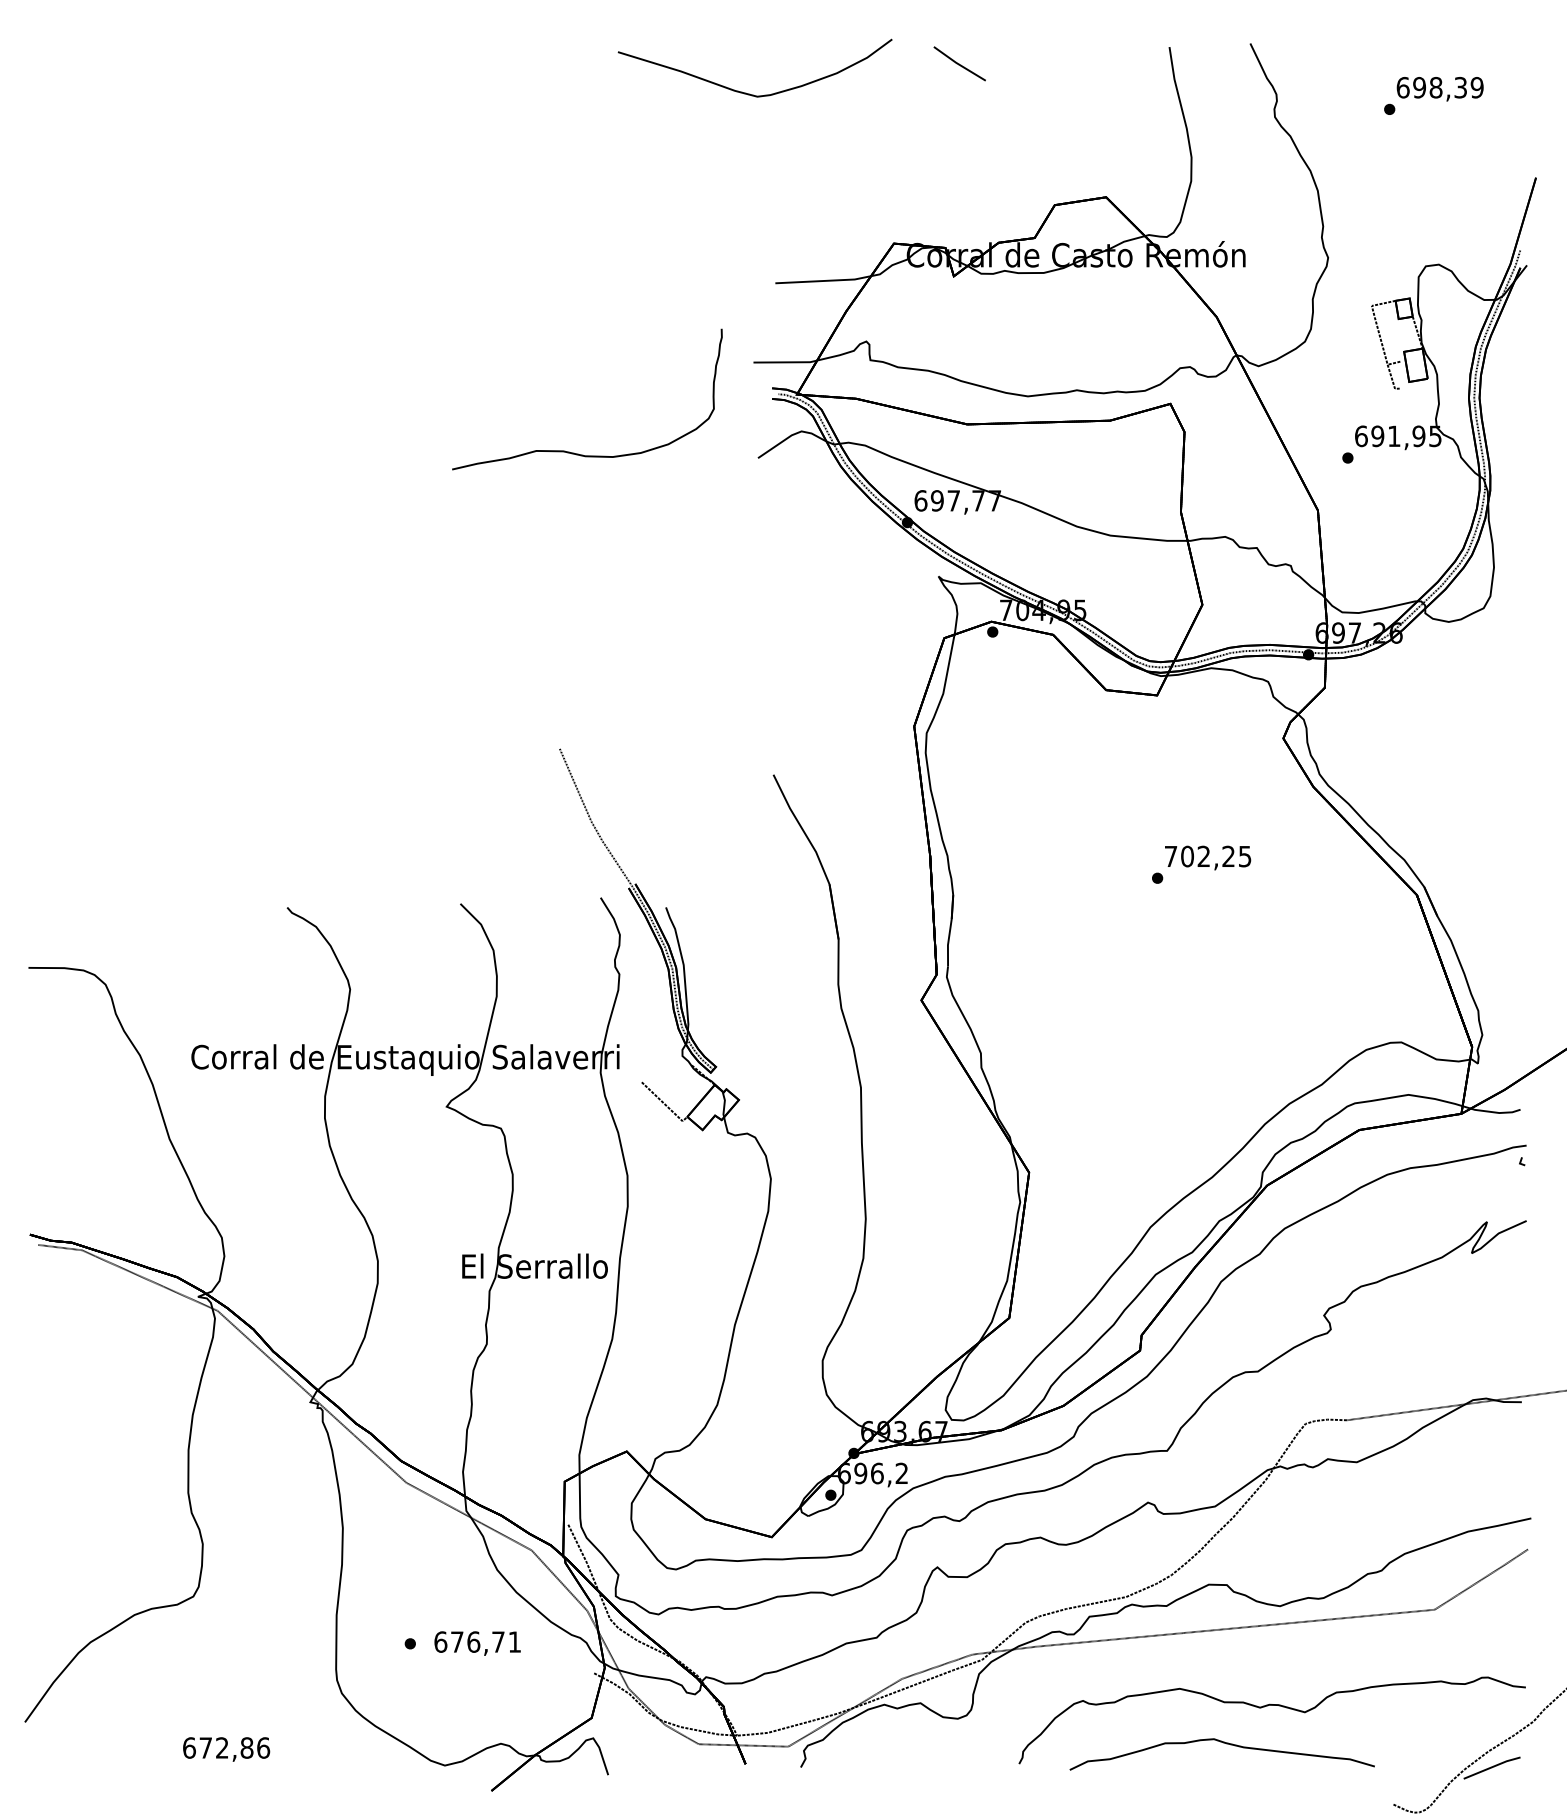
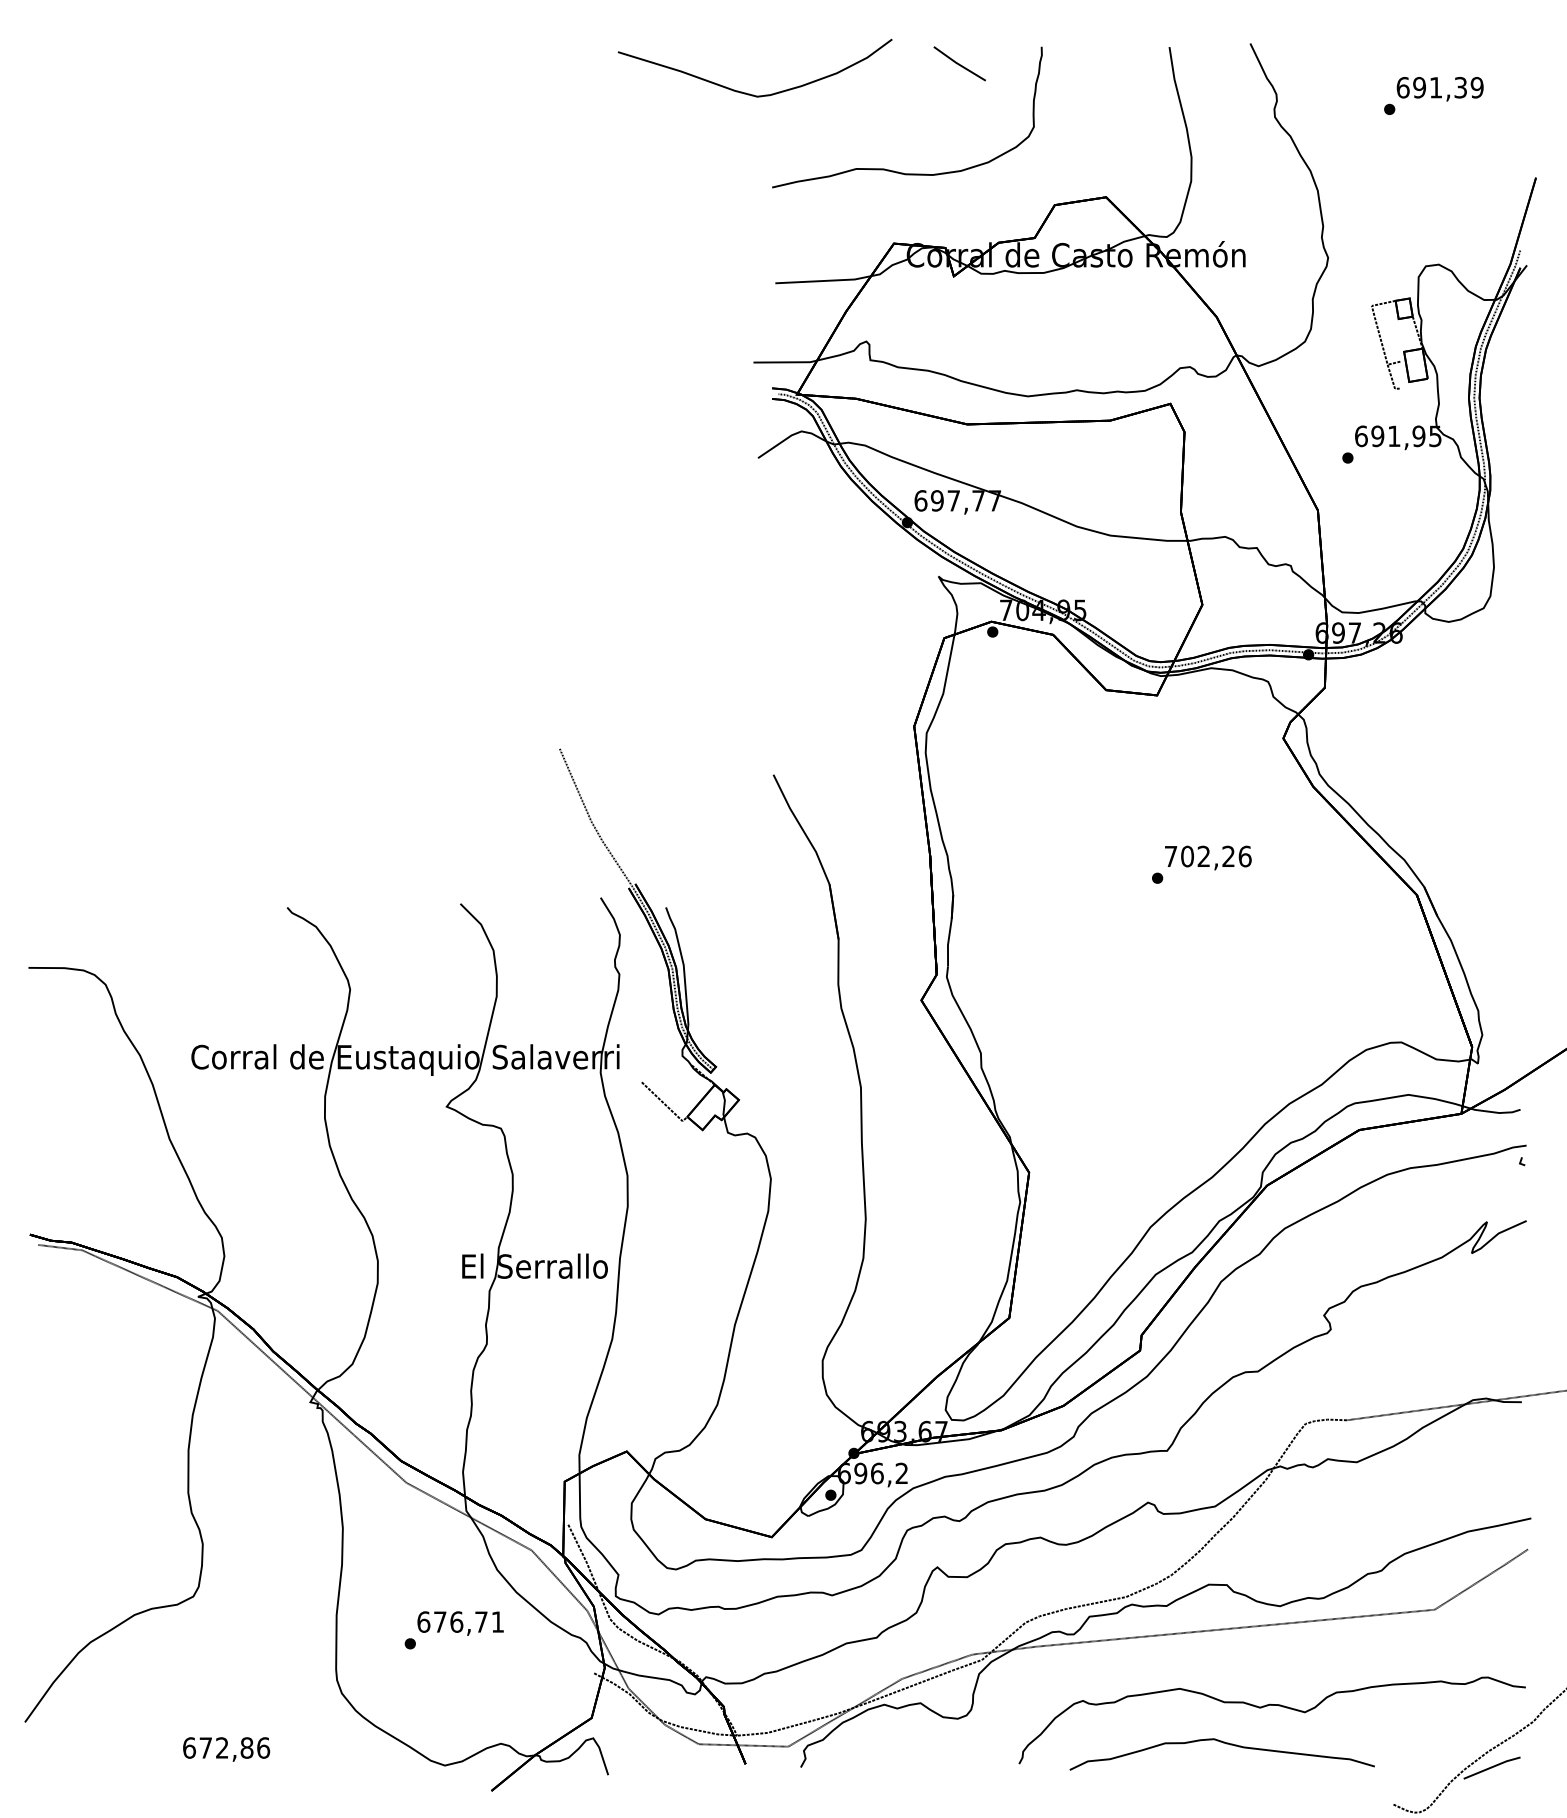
text at (1435, 87): 698,39 -> 691,39
curve at (574, 452) position: (574, 452) -> (894, 170)
text at (1244, 856): 702,25 -> 702,26
text at (477, 1643) position: (477, 1643) -> (460, 1623)
